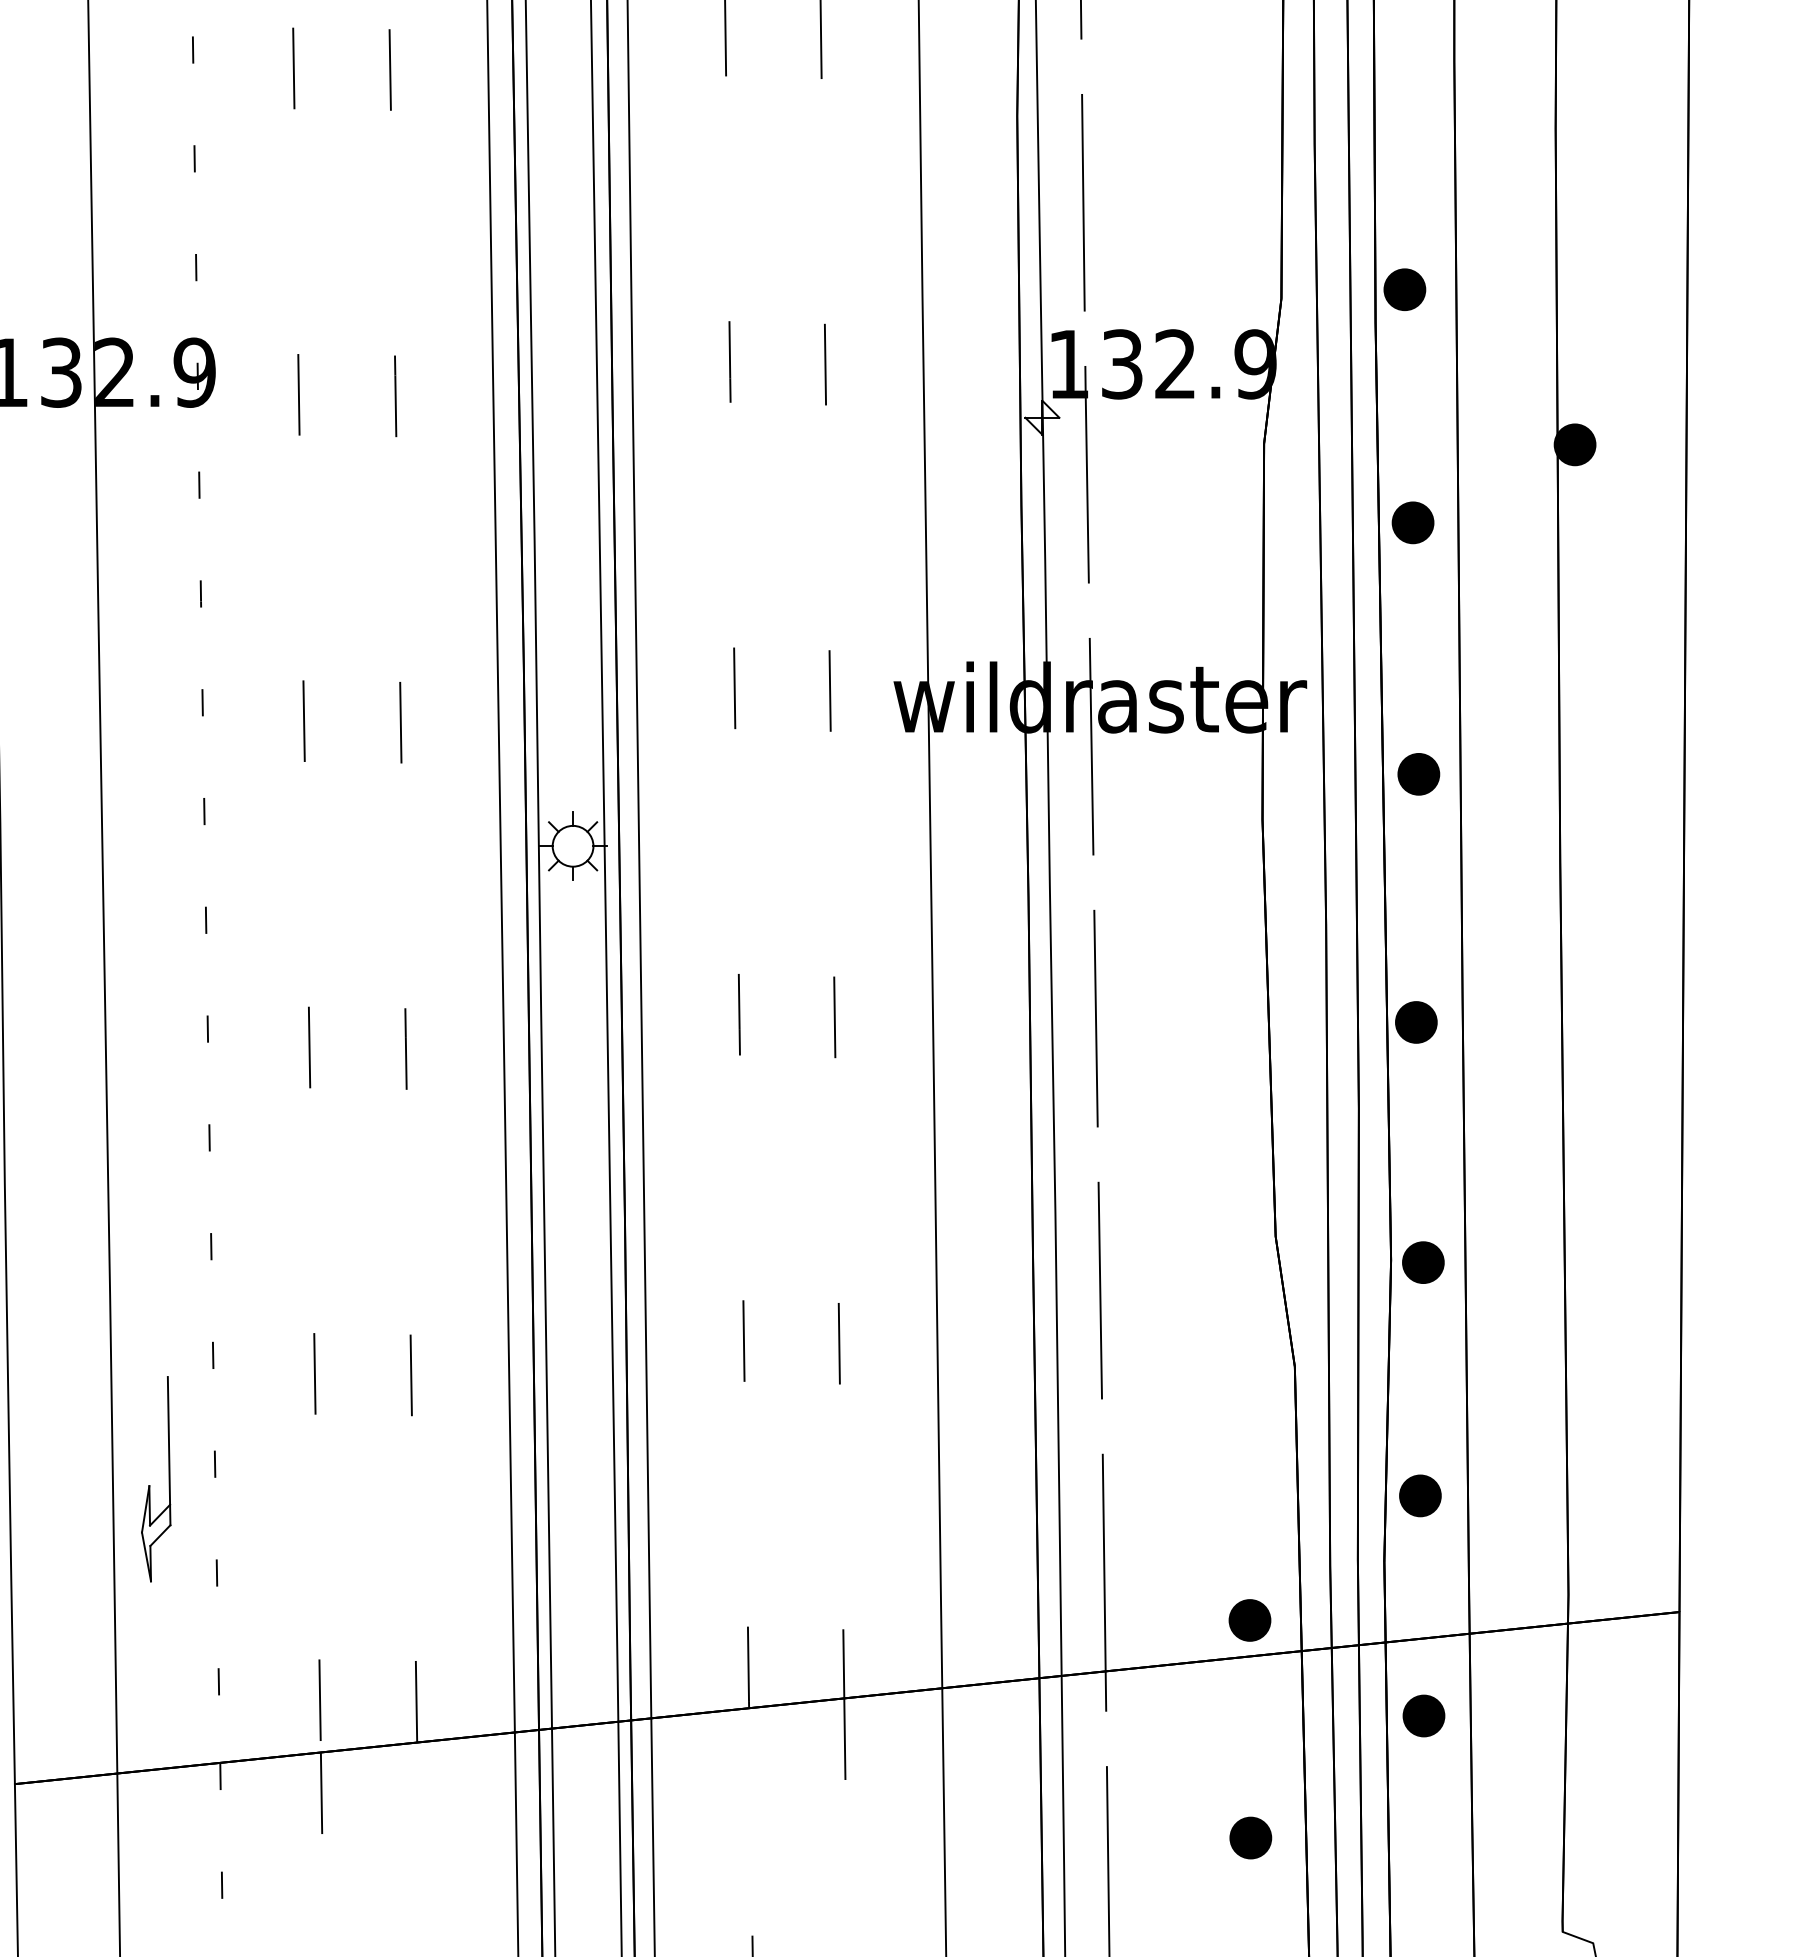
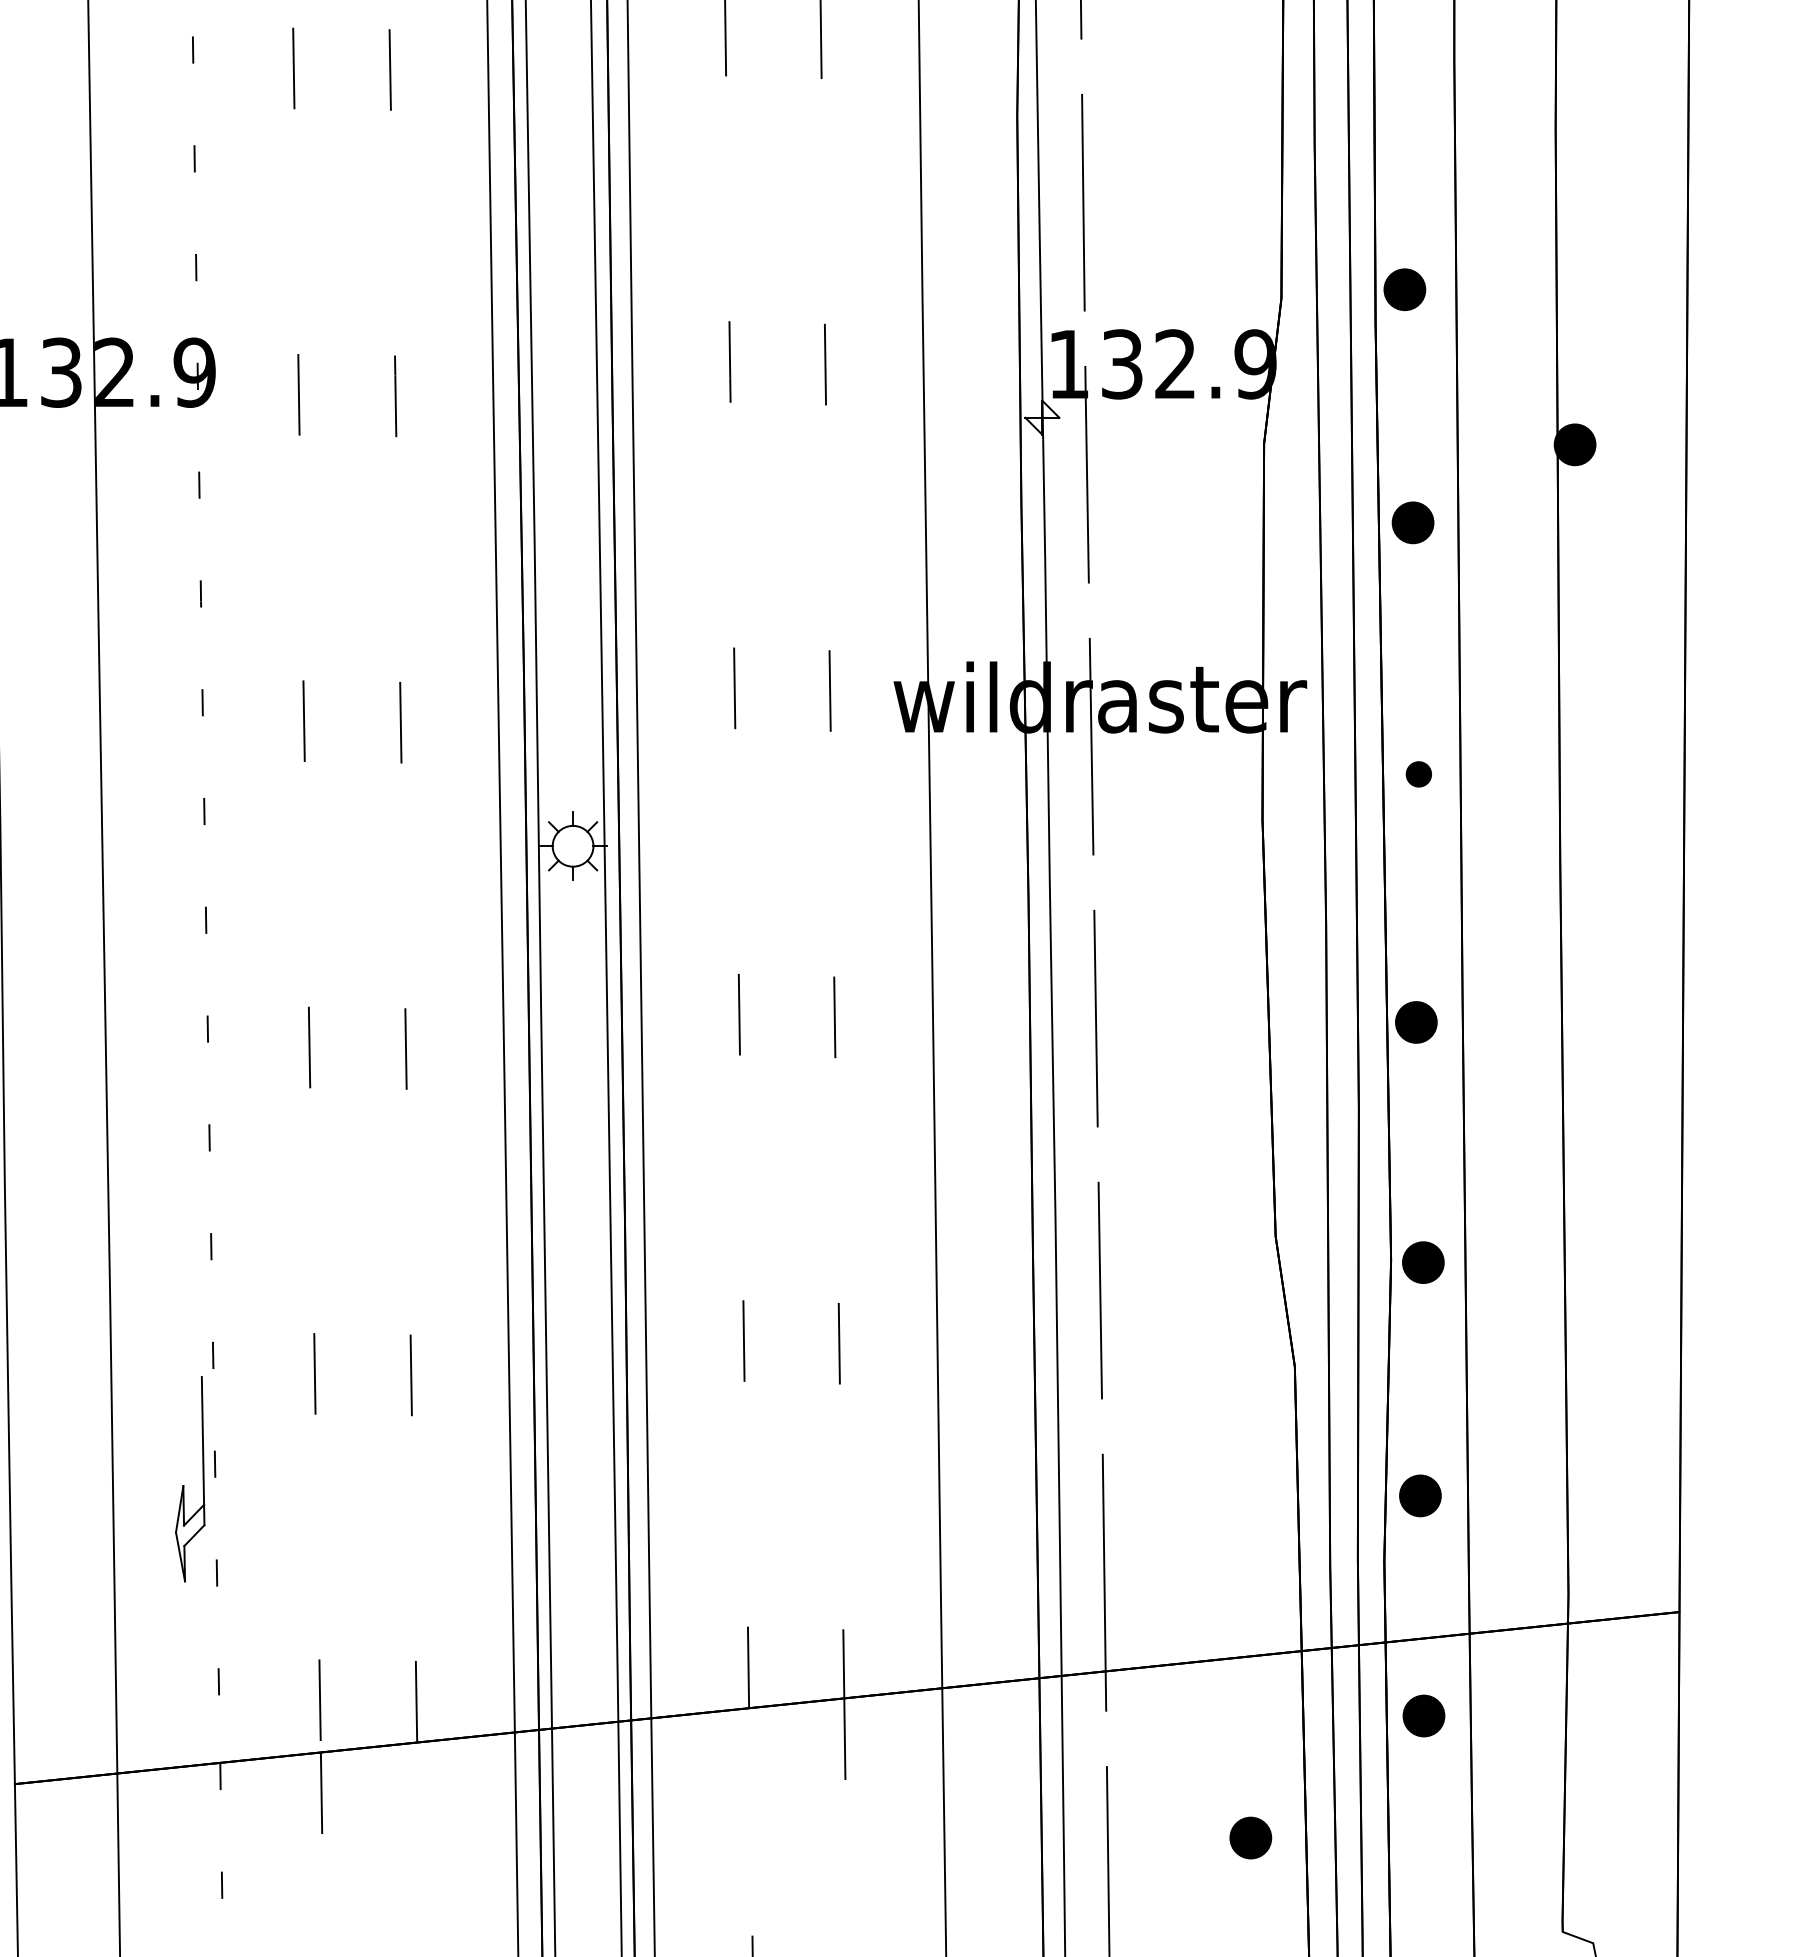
part at (1418, 774) size: 44x43 px -> 27x27 px
part at (150, 1485) position: (150, 1485) -> (184, 1485)
part at (1249, 1620): present -> none
